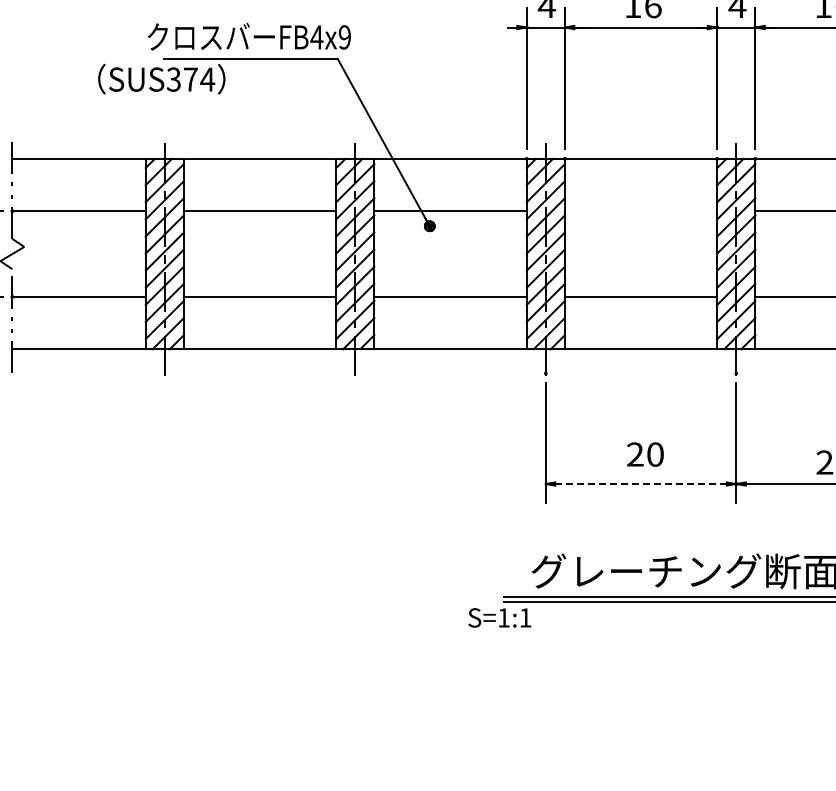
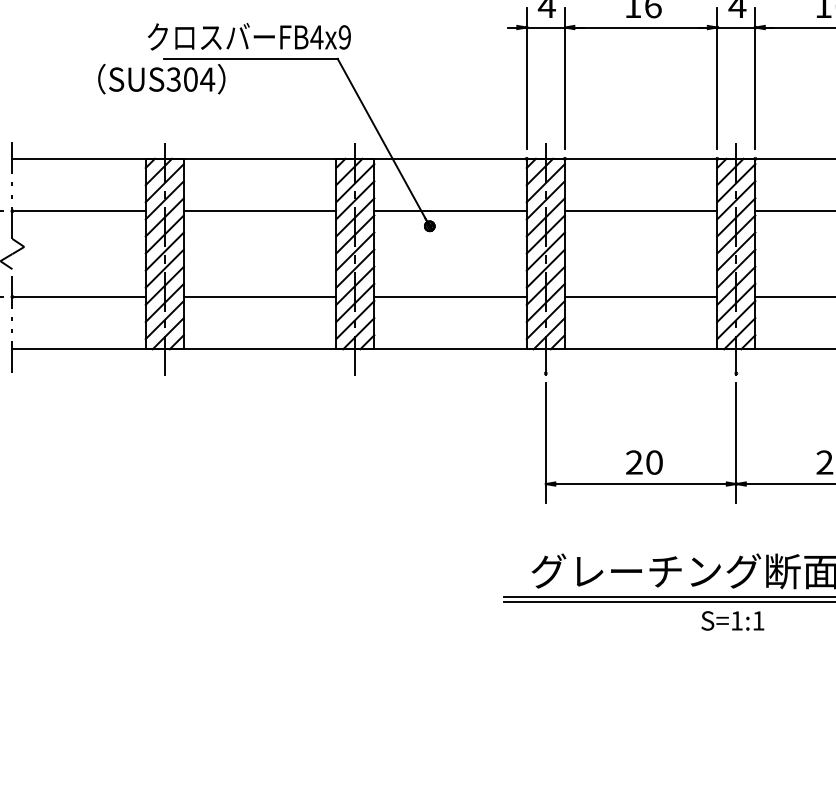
text at (190, 79): SUS374 -> SUS304
line at (640, 211): none -> present
text at (645, 454) position: (645, 454) -> (644, 462)
line at (641, 484): dashed -> solid
text at (499, 617) position: (499, 617) -> (732, 620)
